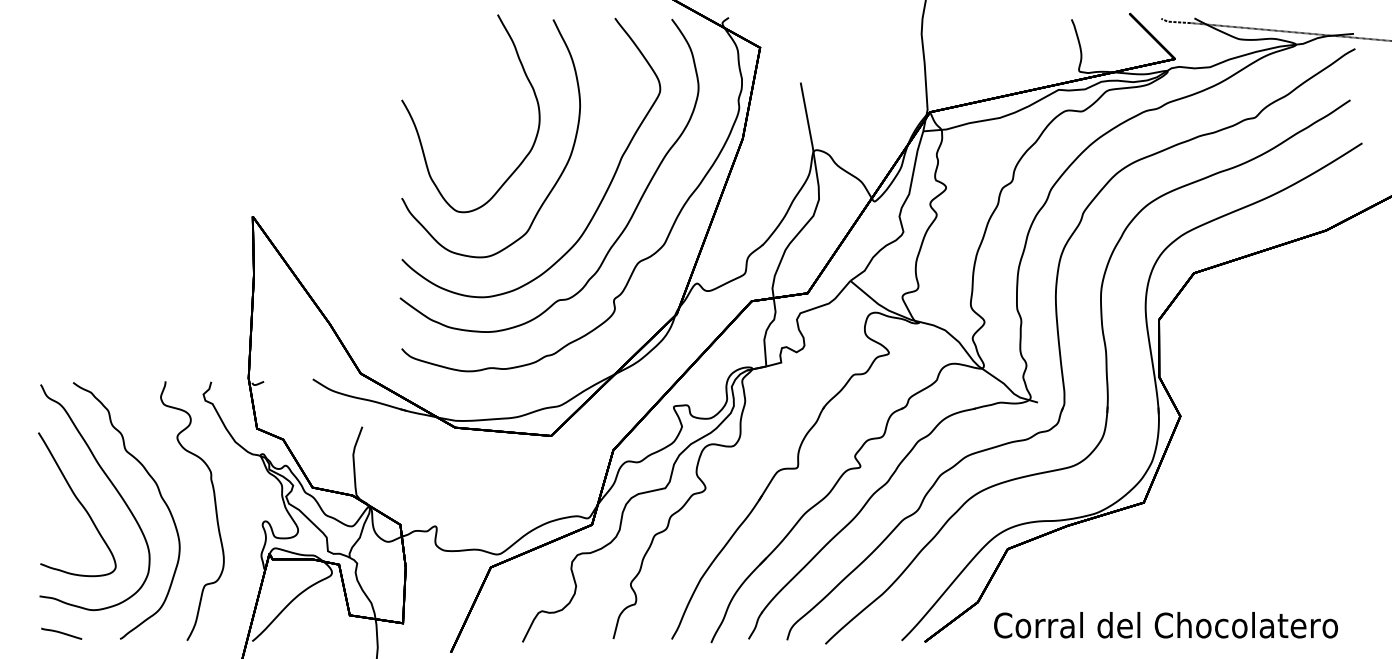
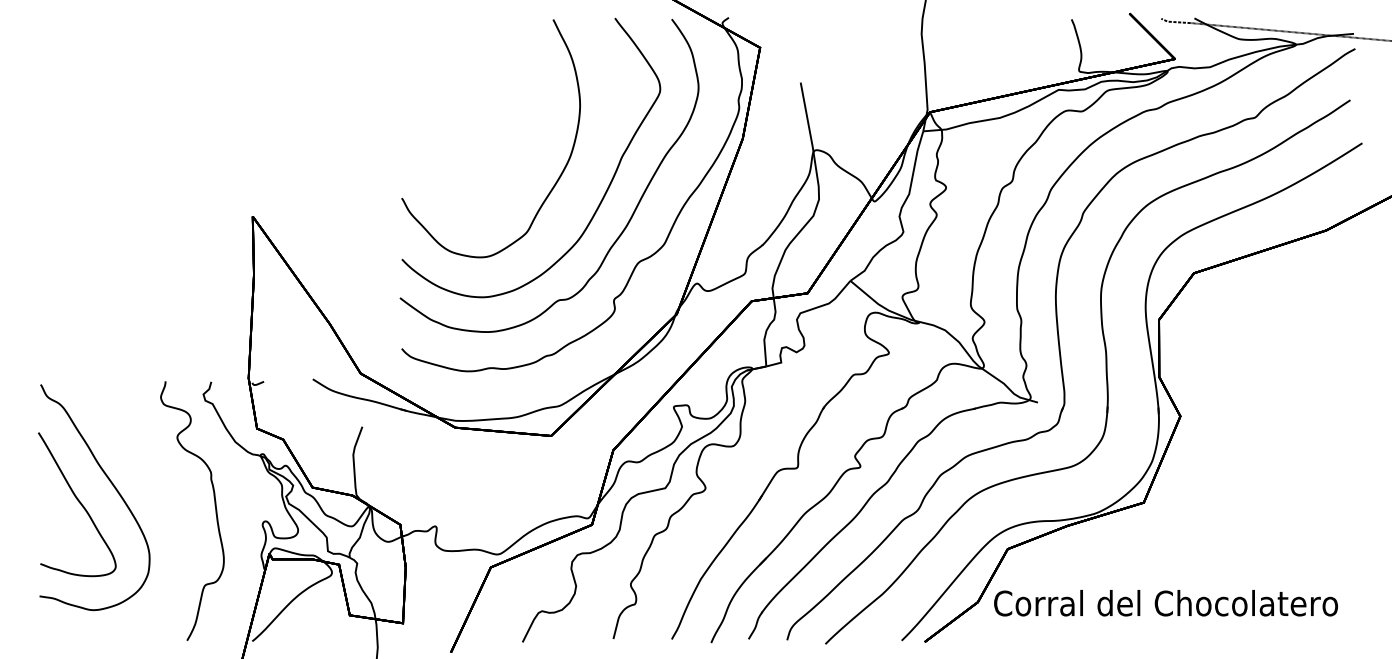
curve at (418, 131): present -> none
part at (158, 492): present -> none
text at (1165, 625) position: (1165, 625) -> (1165, 603)
